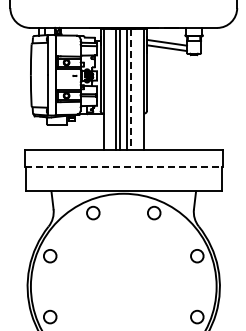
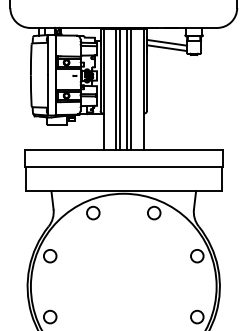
line at (131, 89): dashed -> solid
line at (124, 167): dashed -> solid
